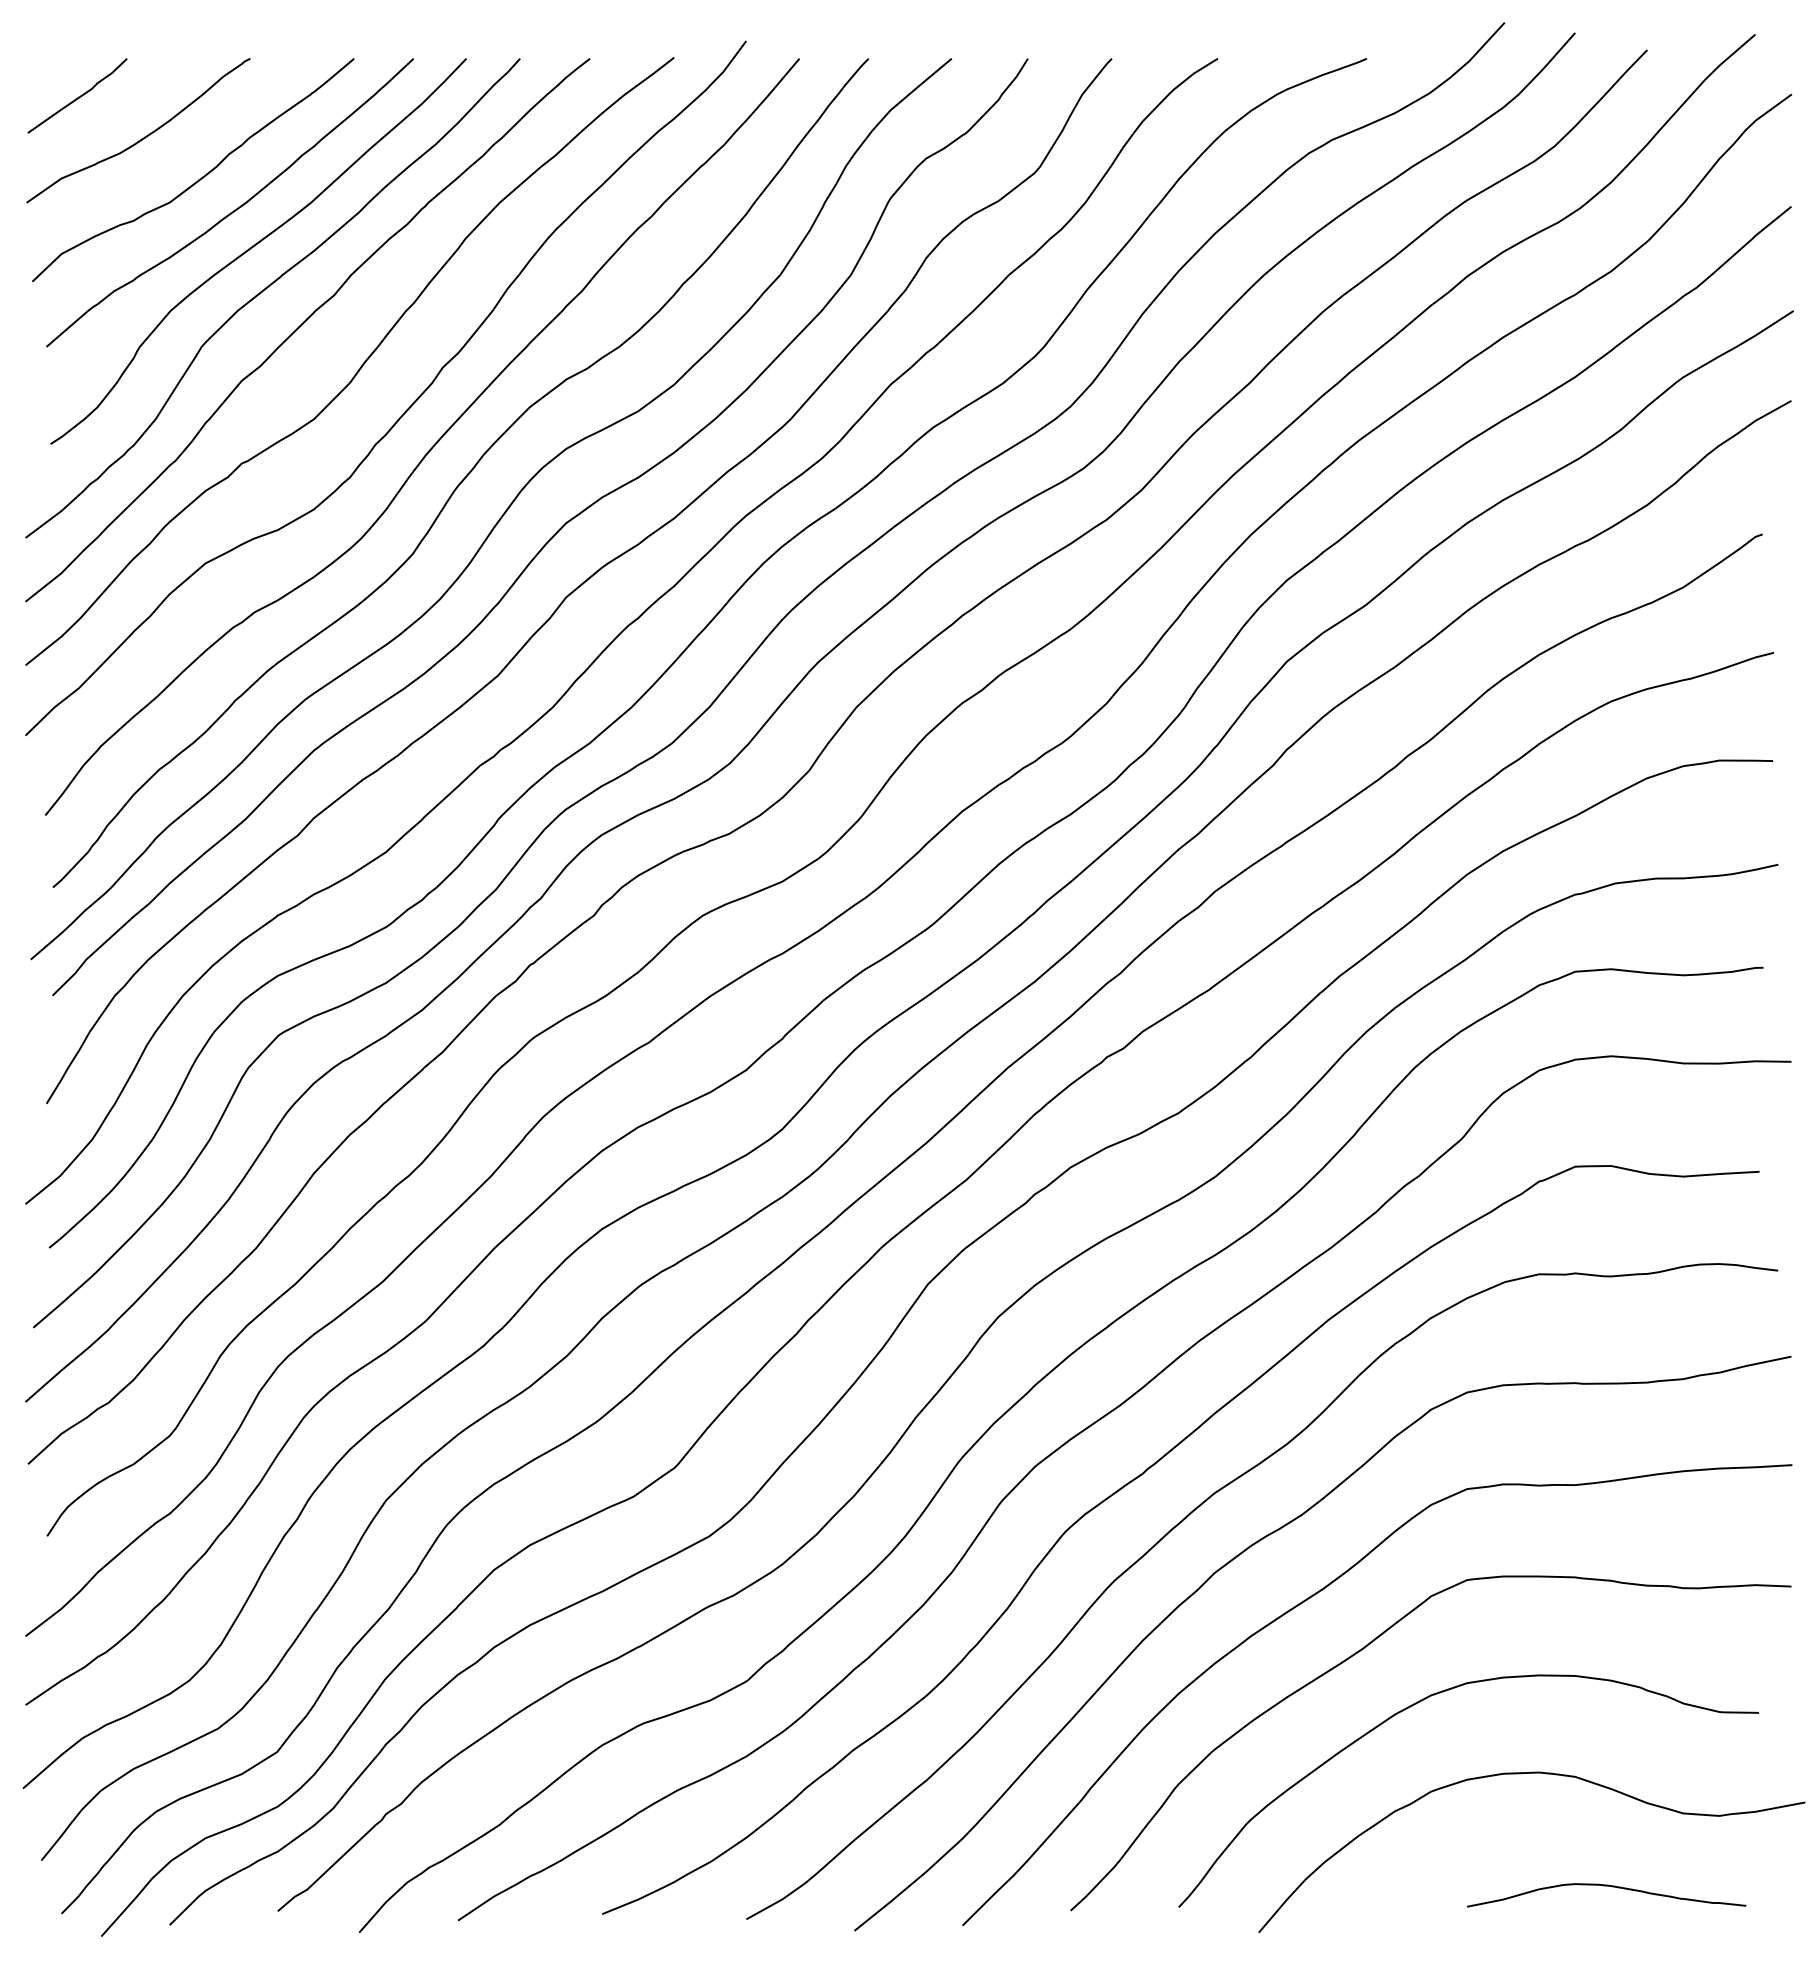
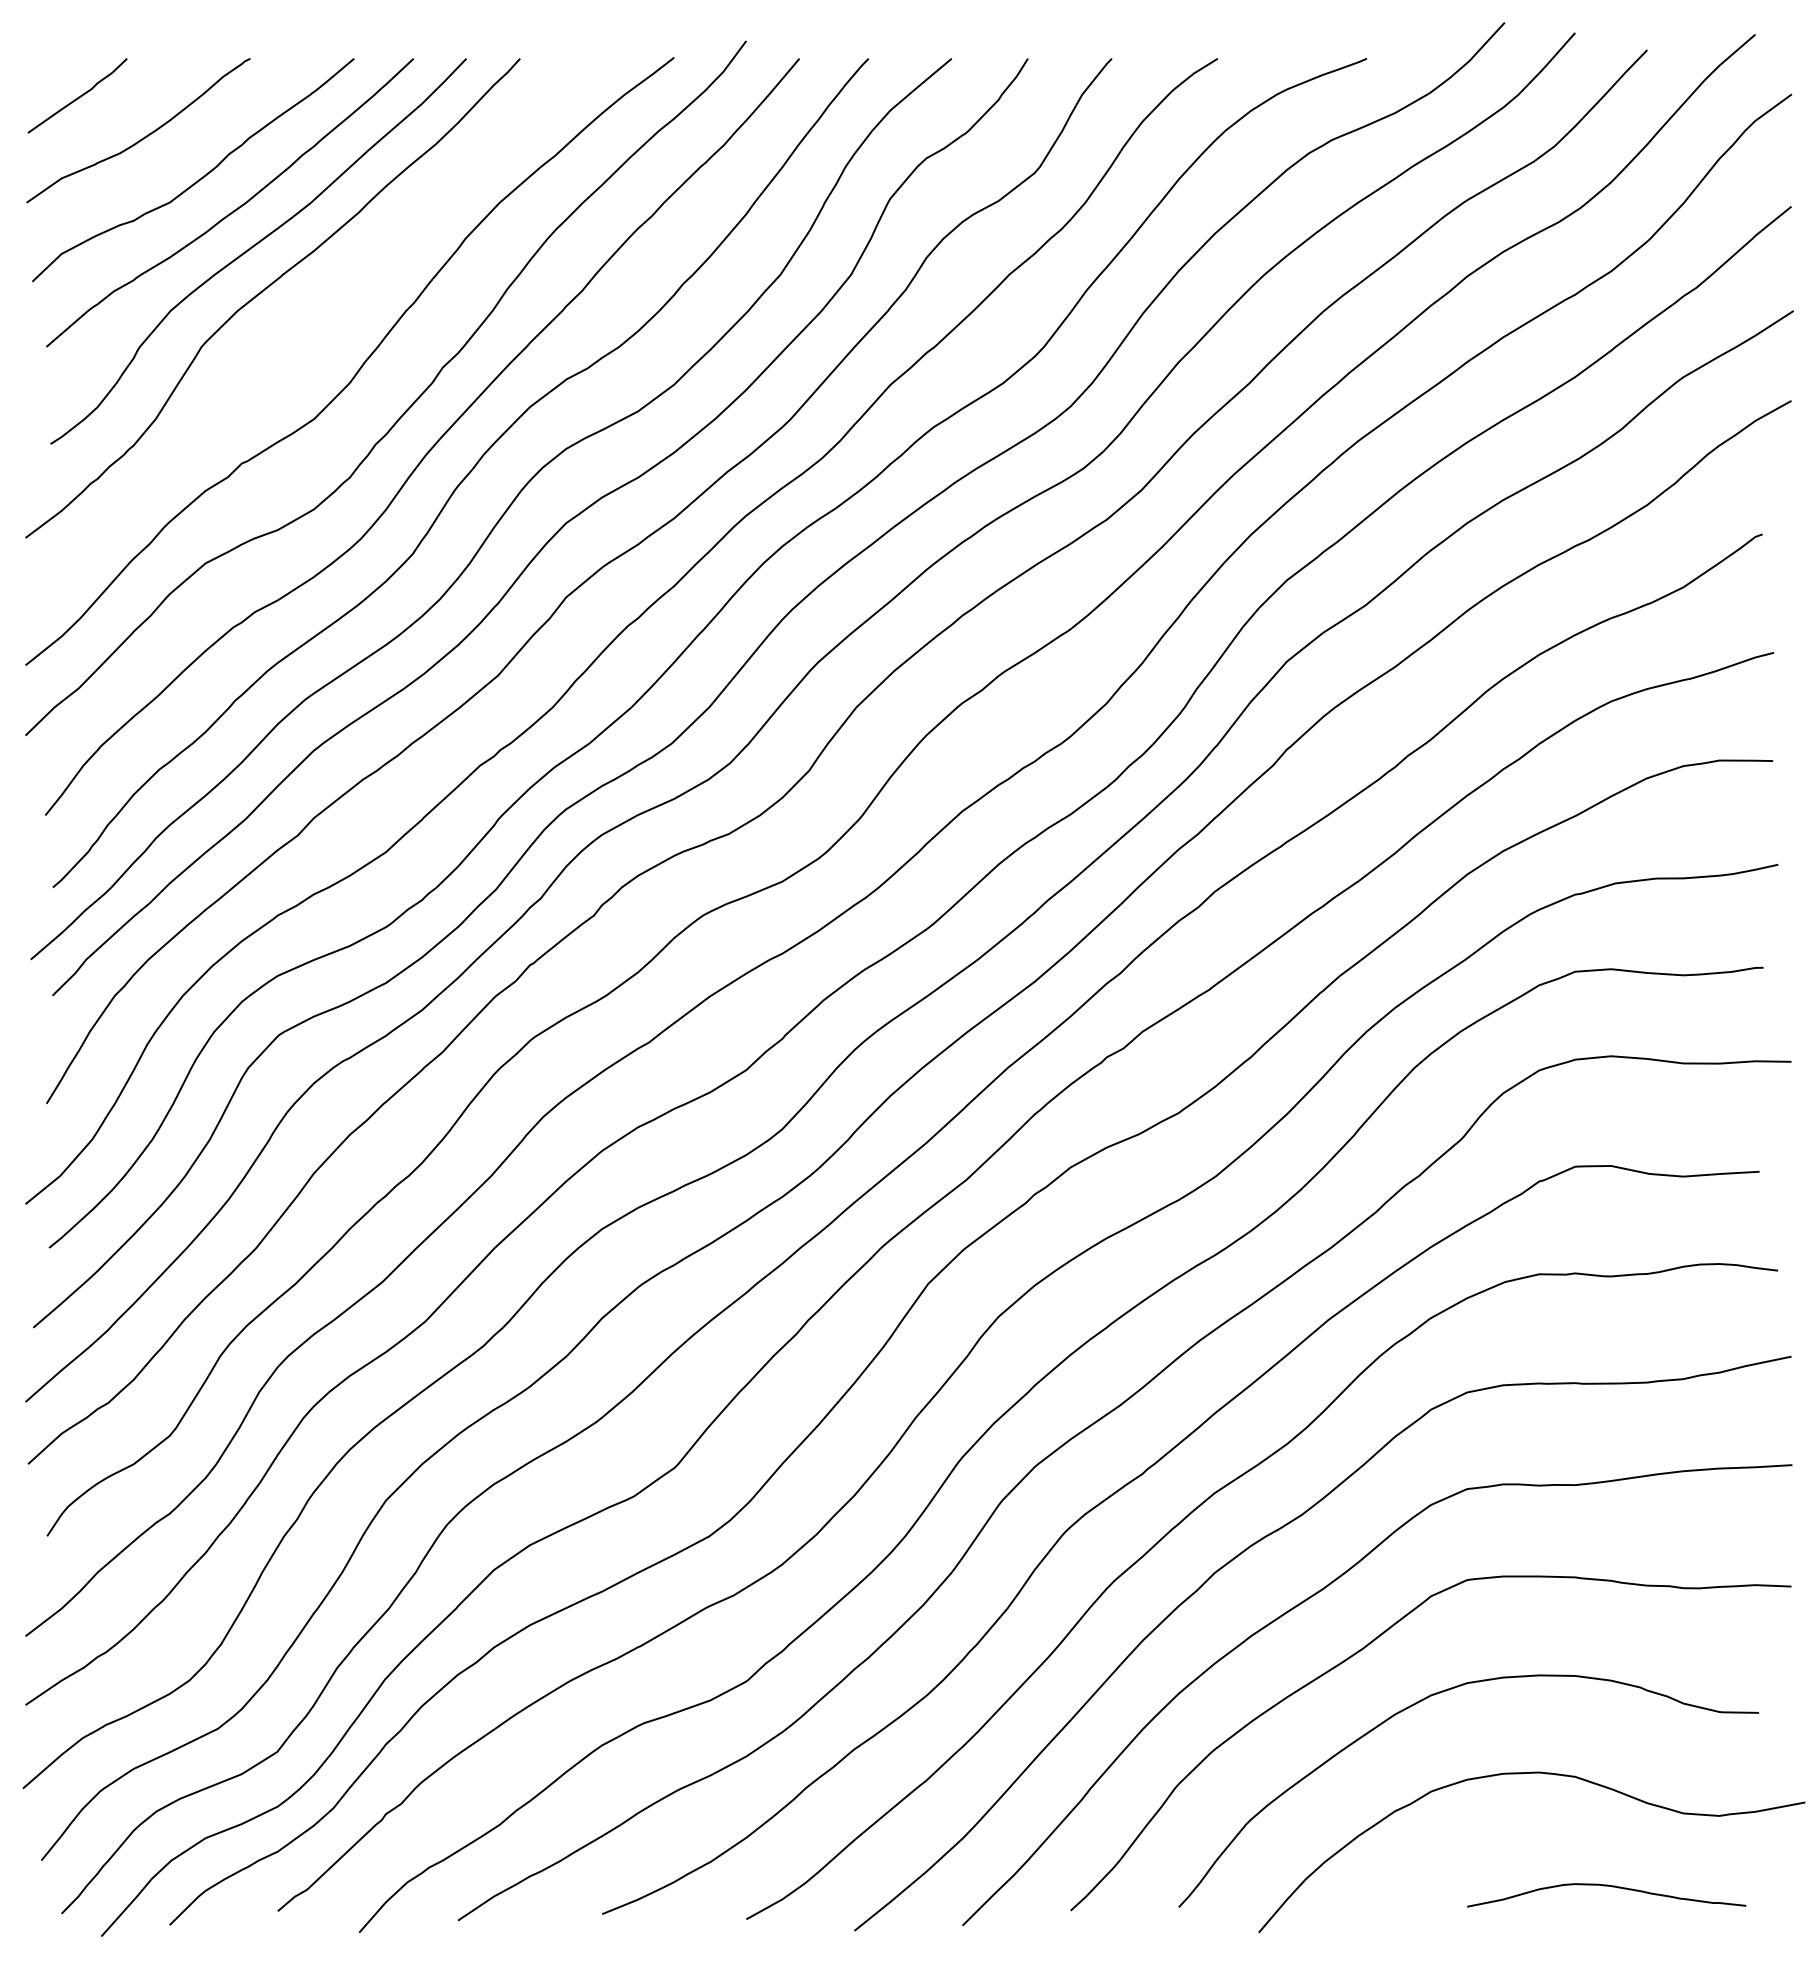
curve at (302, 325): present -> none
